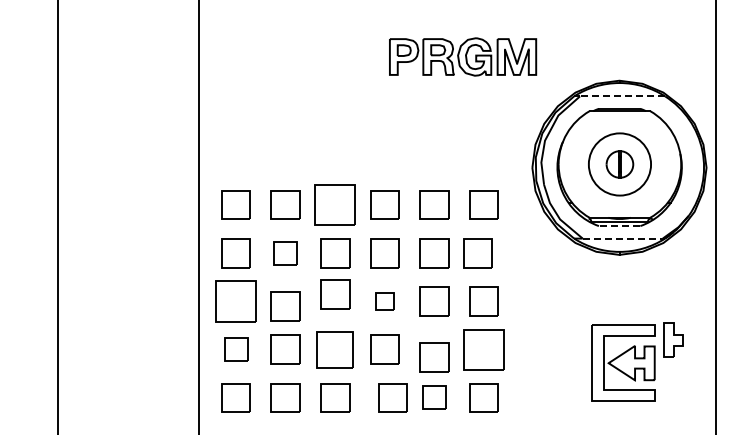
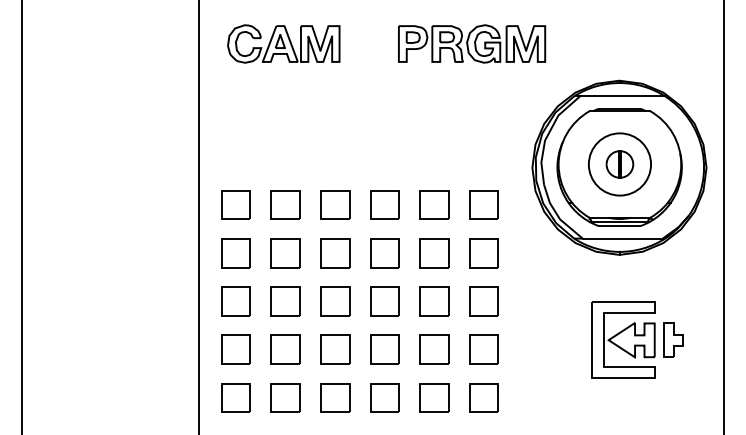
part at (283, 43): none -> present
part at (463, 56) position: (463, 56) -> (472, 43)
line at (622, 96): dashed -> solid
part at (334, 204) size: 42x42 px -> 31x30 px
line at (58, 216) position: (58, 216) -> (22, 216)
line at (715, 216) position: (715, 216) -> (723, 216)
line at (619, 226): dashed -> solid
line at (623, 238): dashed -> solid
part at (285, 253) size: 25x25 px -> 31x31 px
part at (477, 253) position: (477, 253) -> (483, 253)
part at (335, 294) position: (335, 294) -> (335, 301)
part at (235, 301) size: 42x43 px -> 30x31 px
part at (384, 301) size: 20x19 px -> 30x31 px
part at (285, 306) position: (285, 306) -> (285, 301)
part at (236, 349) size: 25x25 px -> 30x31 px
part at (334, 349) size: 38x38 px -> 31x31 px
part at (483, 349) size: 42x42 px -> 30x31 px
part at (434, 357) position: (434, 357) -> (434, 349)
part at (623, 362) position: (623, 362) -> (623, 339)
part at (392, 397) position: (392, 397) -> (384, 397)
part at (434, 397) size: 25x25 px -> 31x30 px
